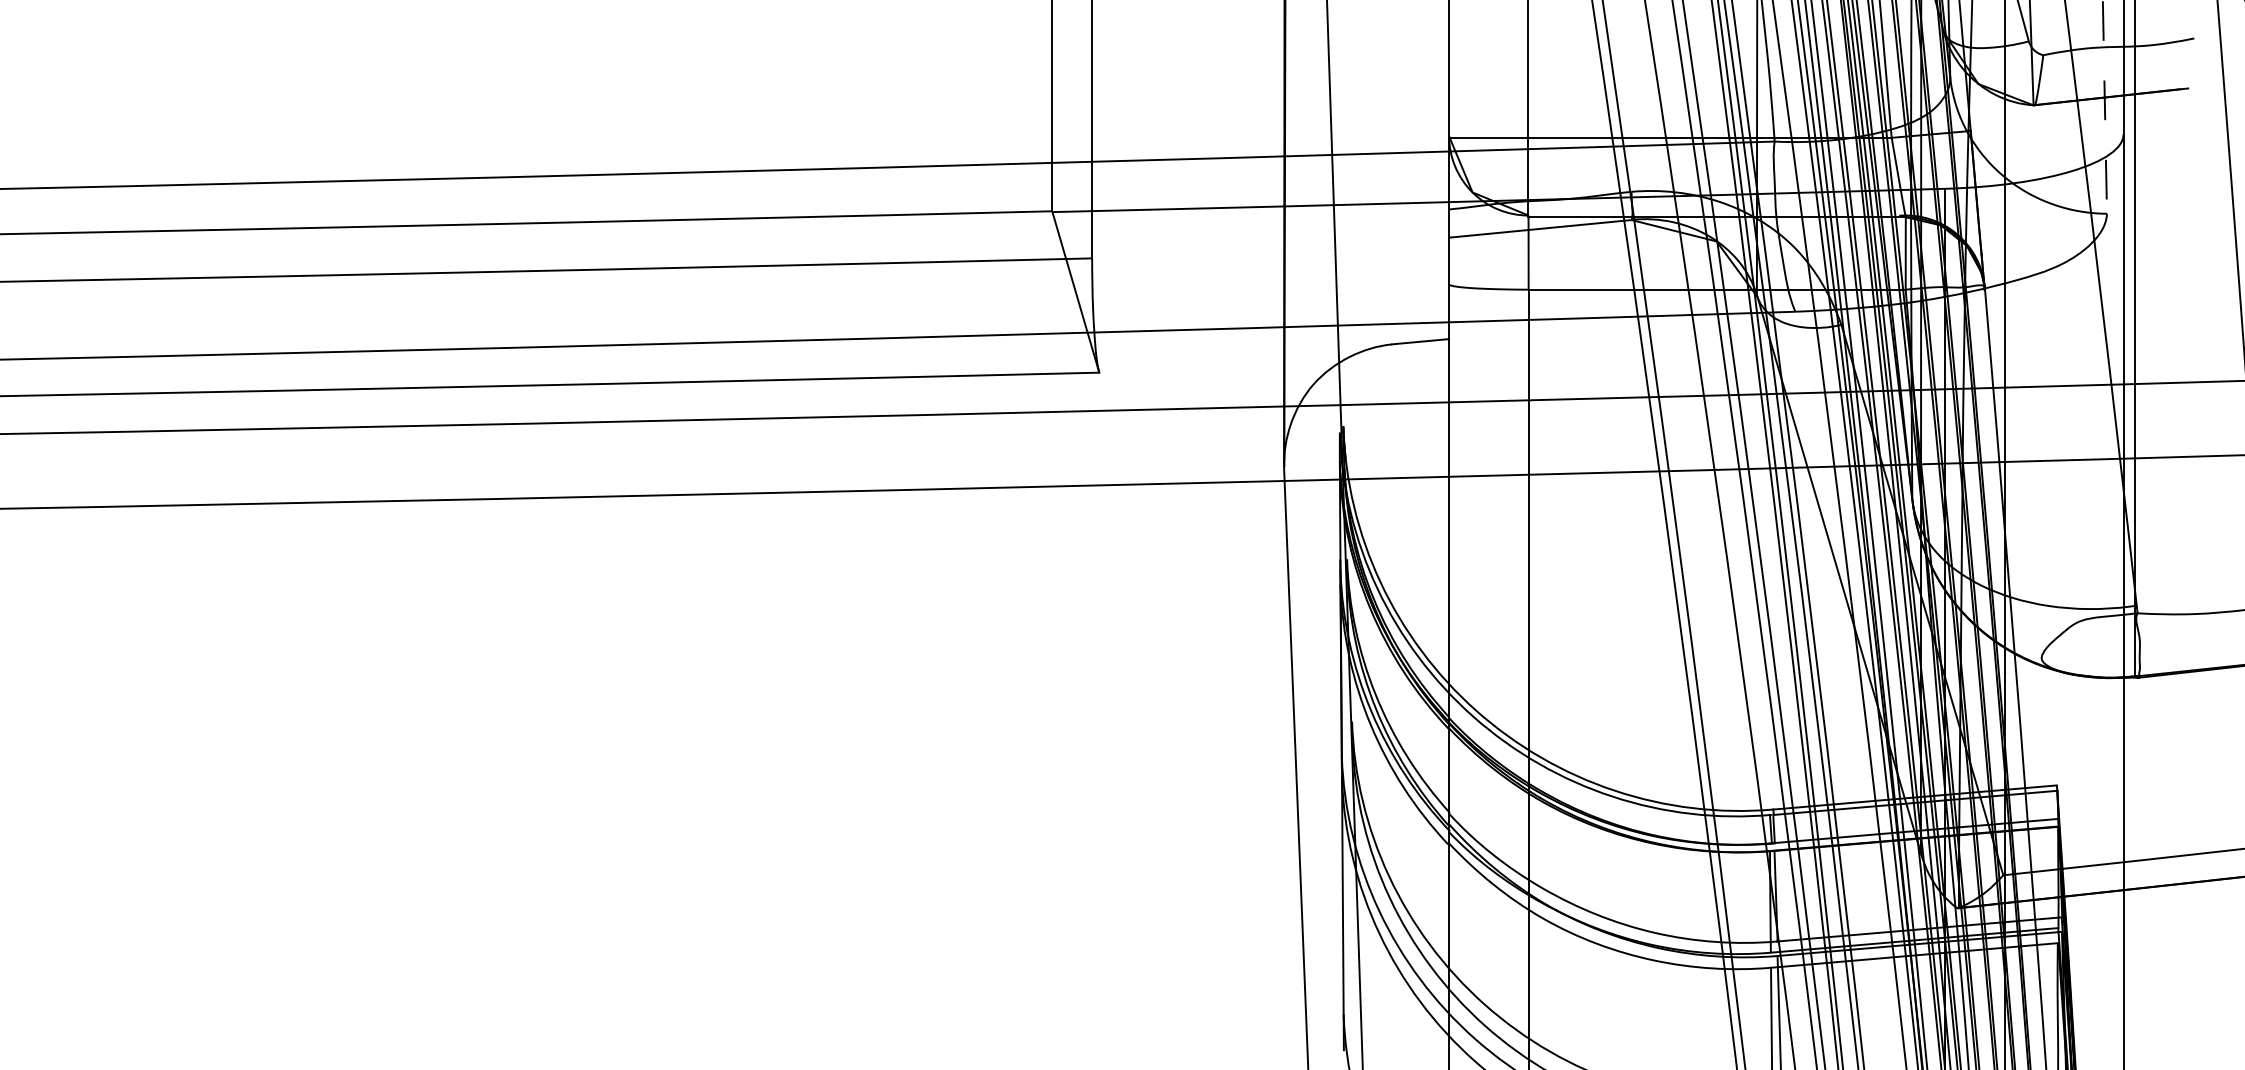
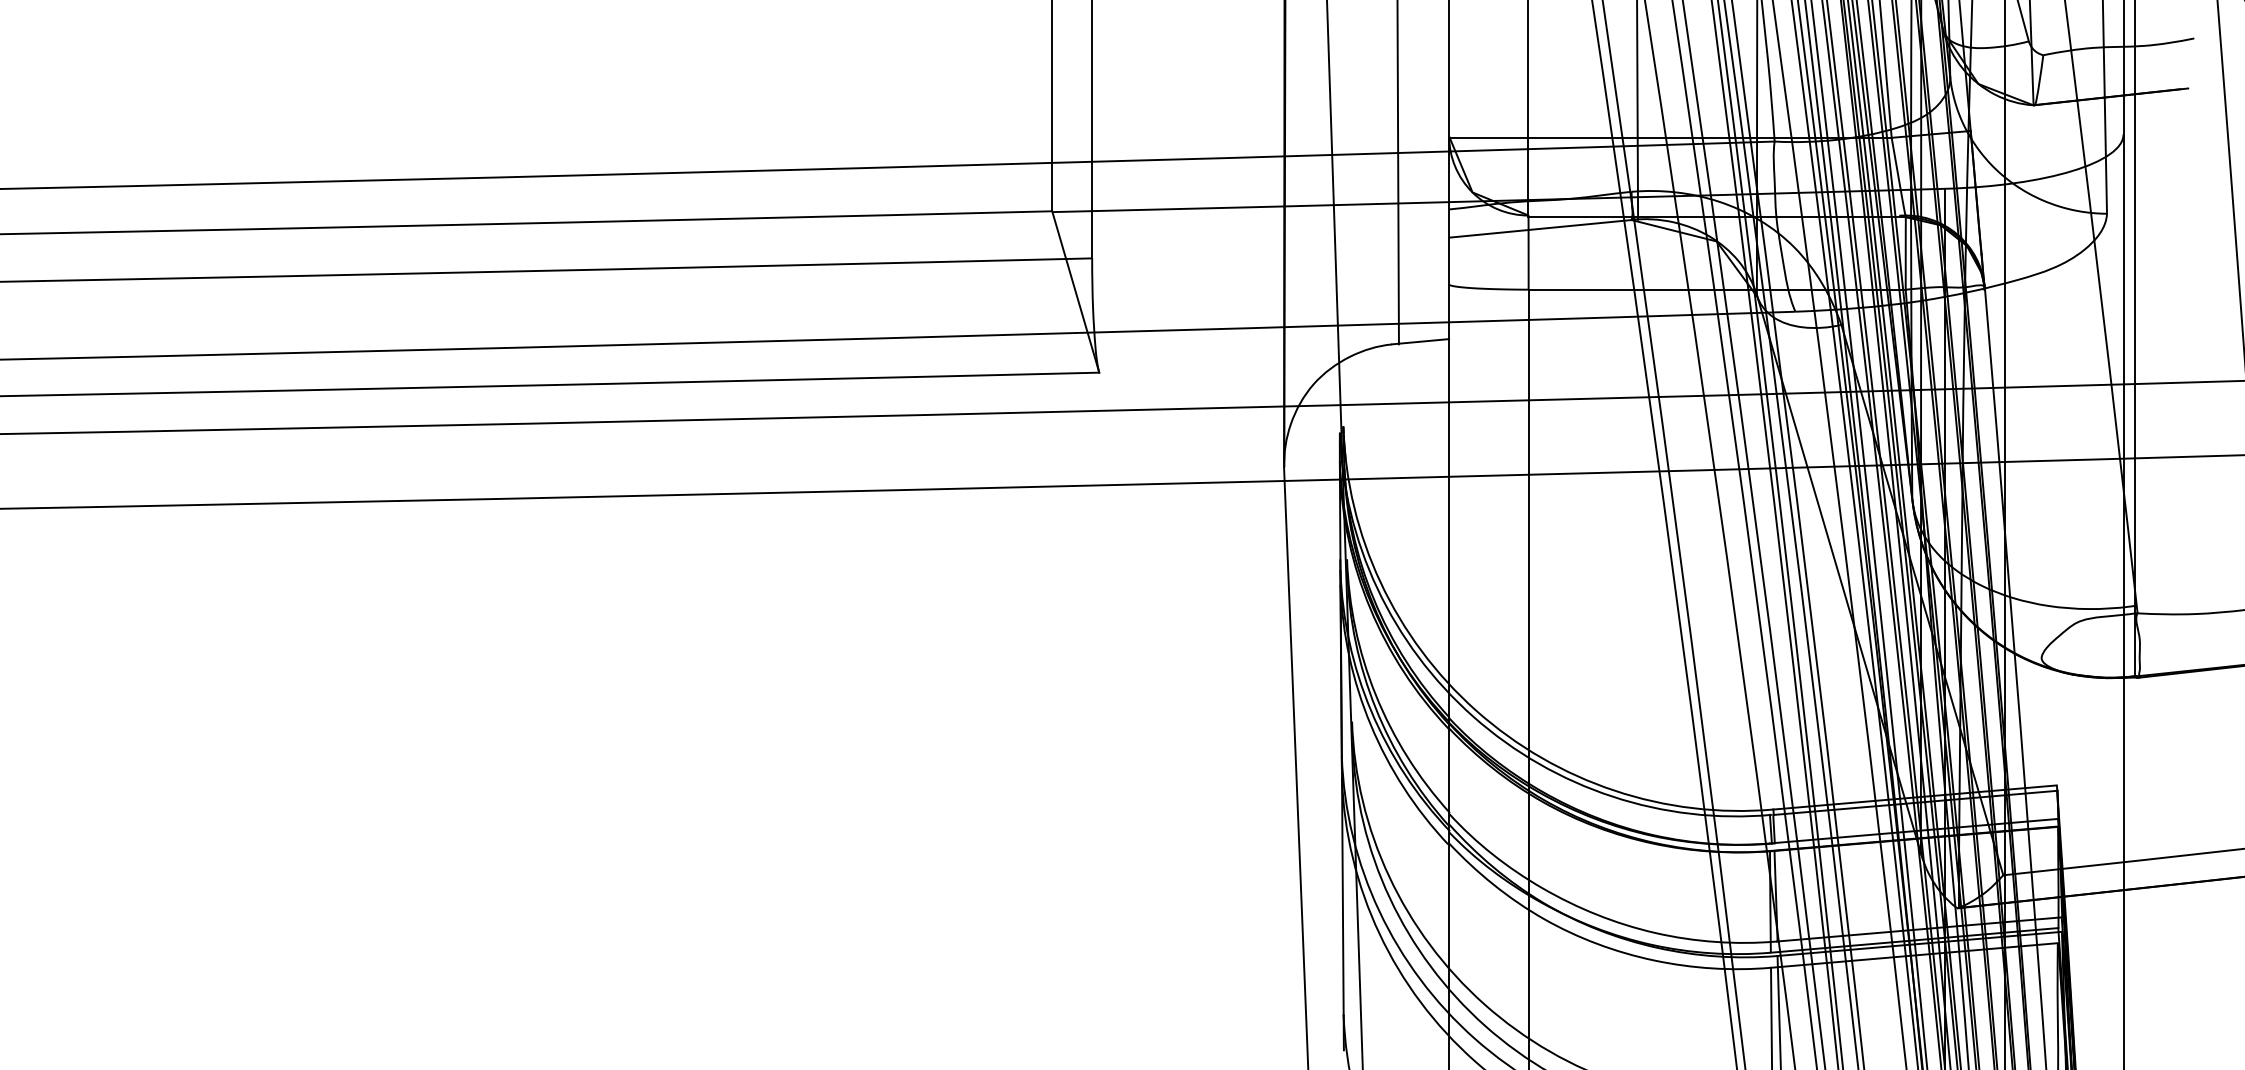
line at (2104, 107): dashed -> solid
line at (1637, 110): none -> present
line at (1397, 173): none -> present
